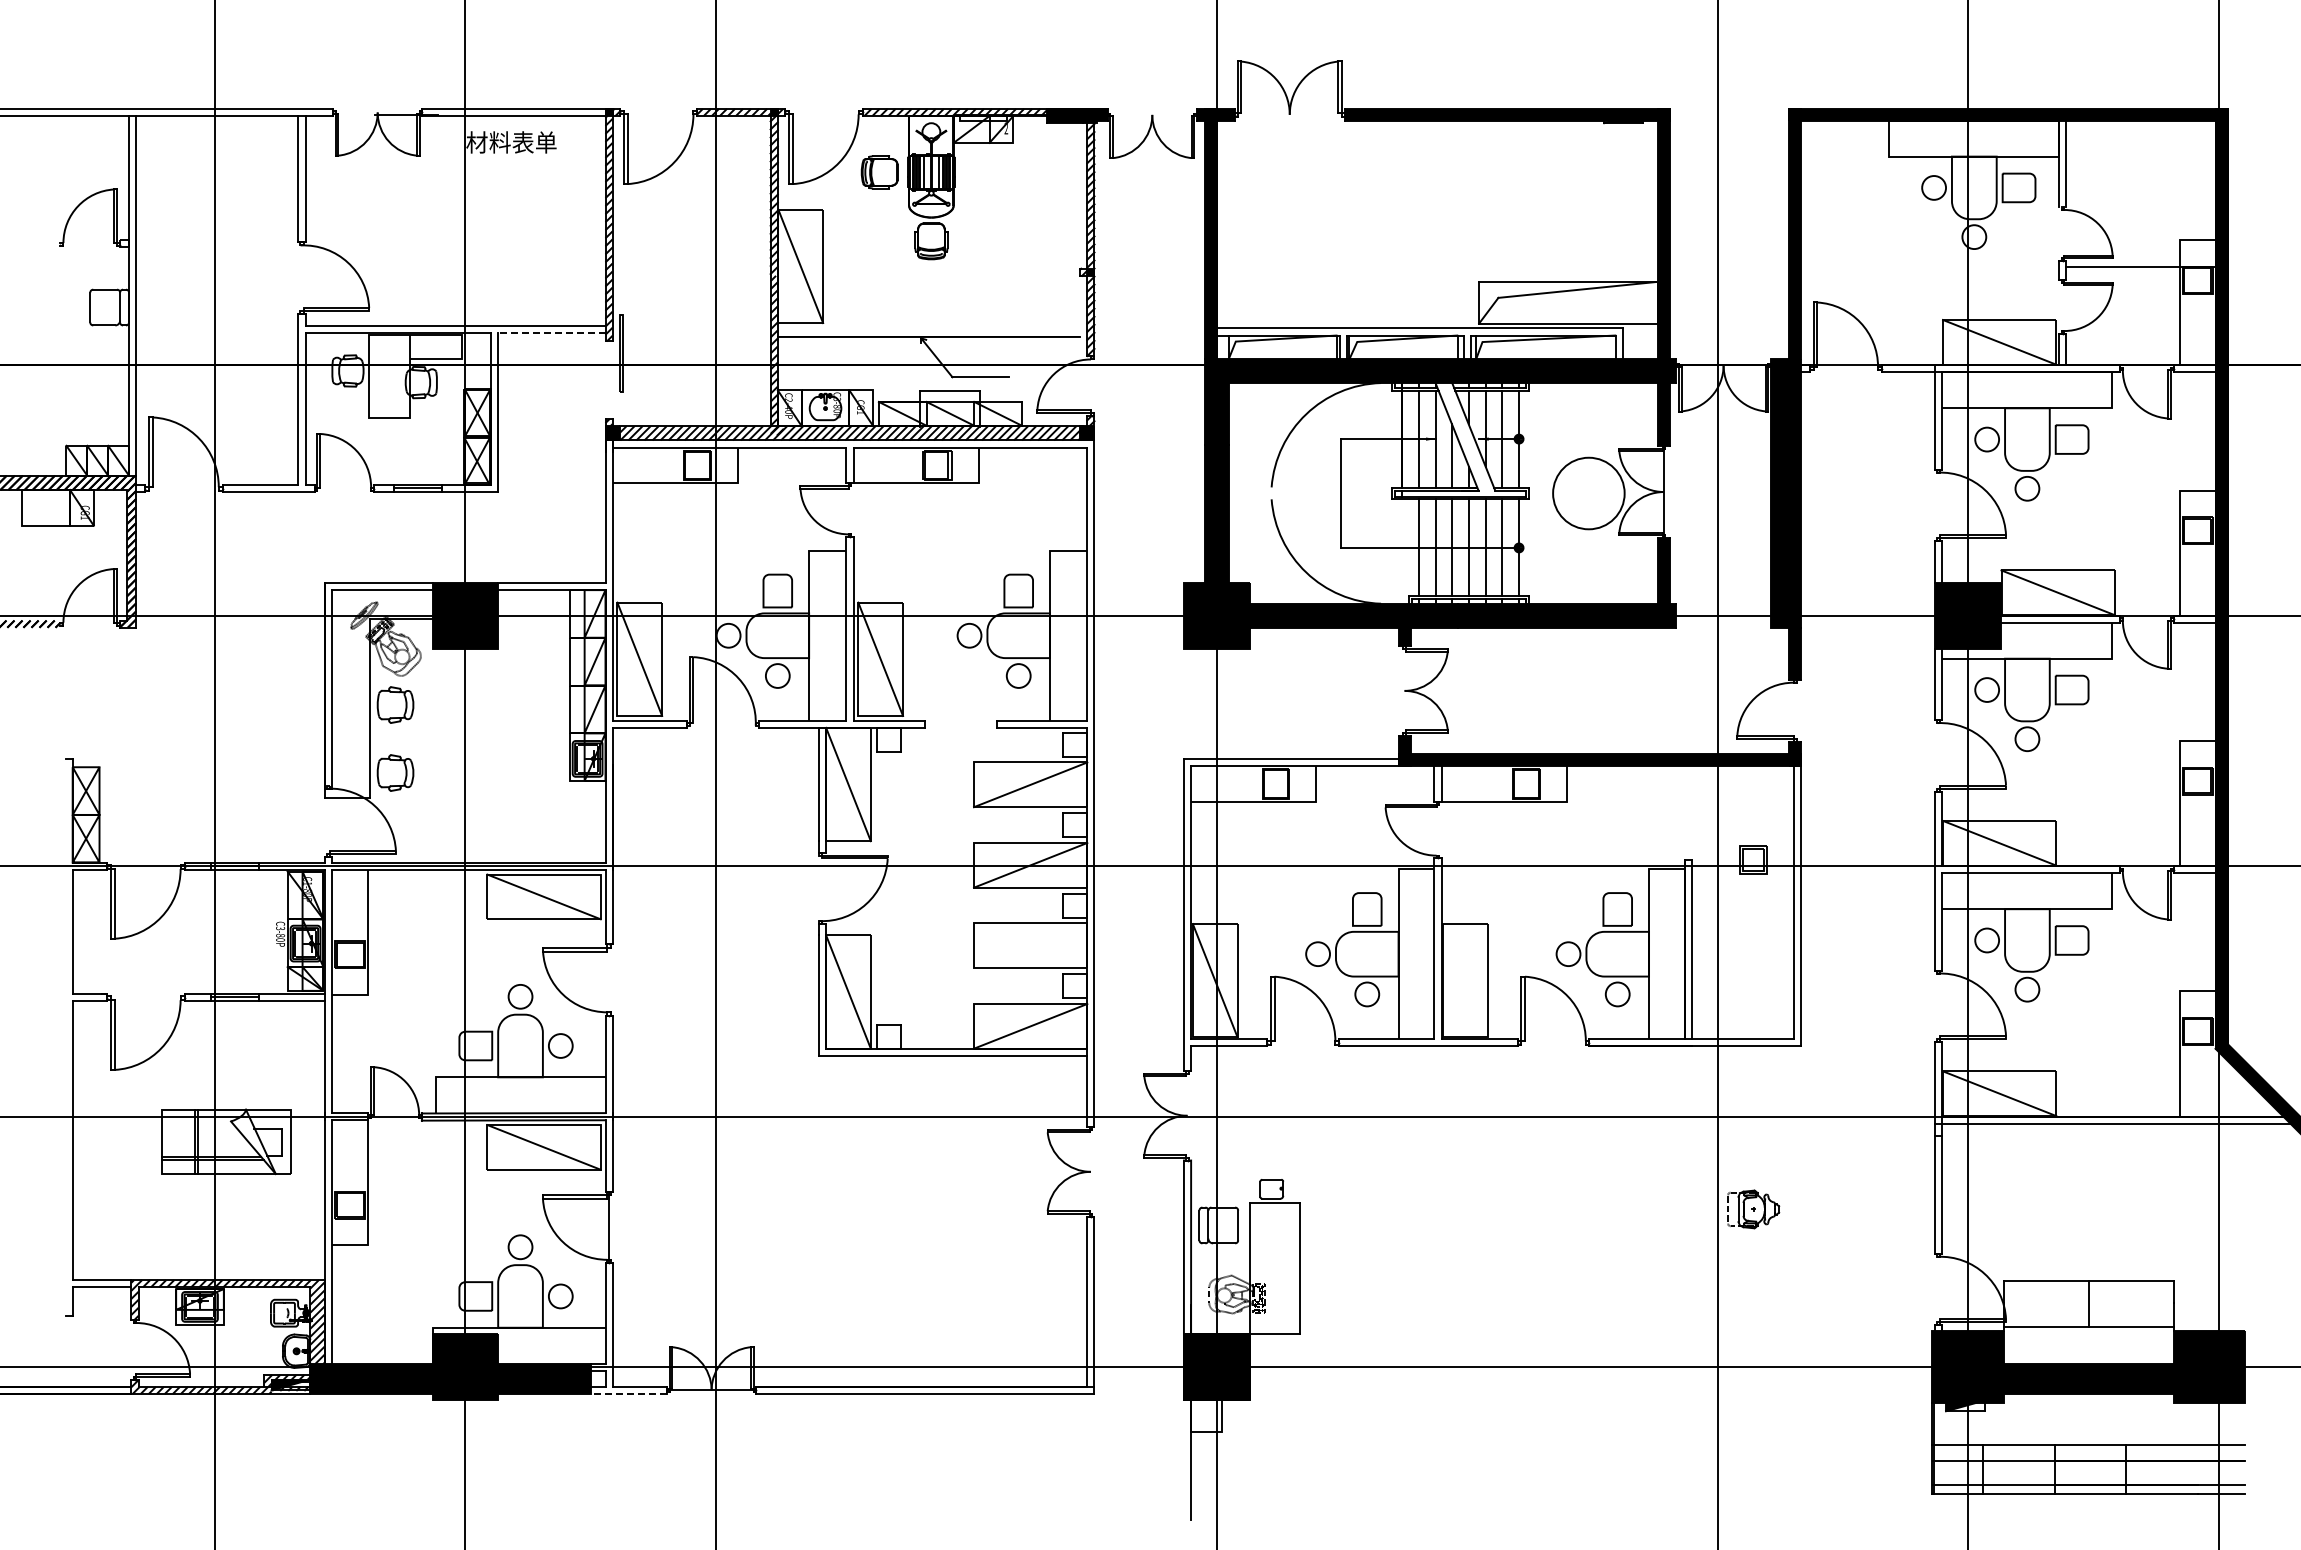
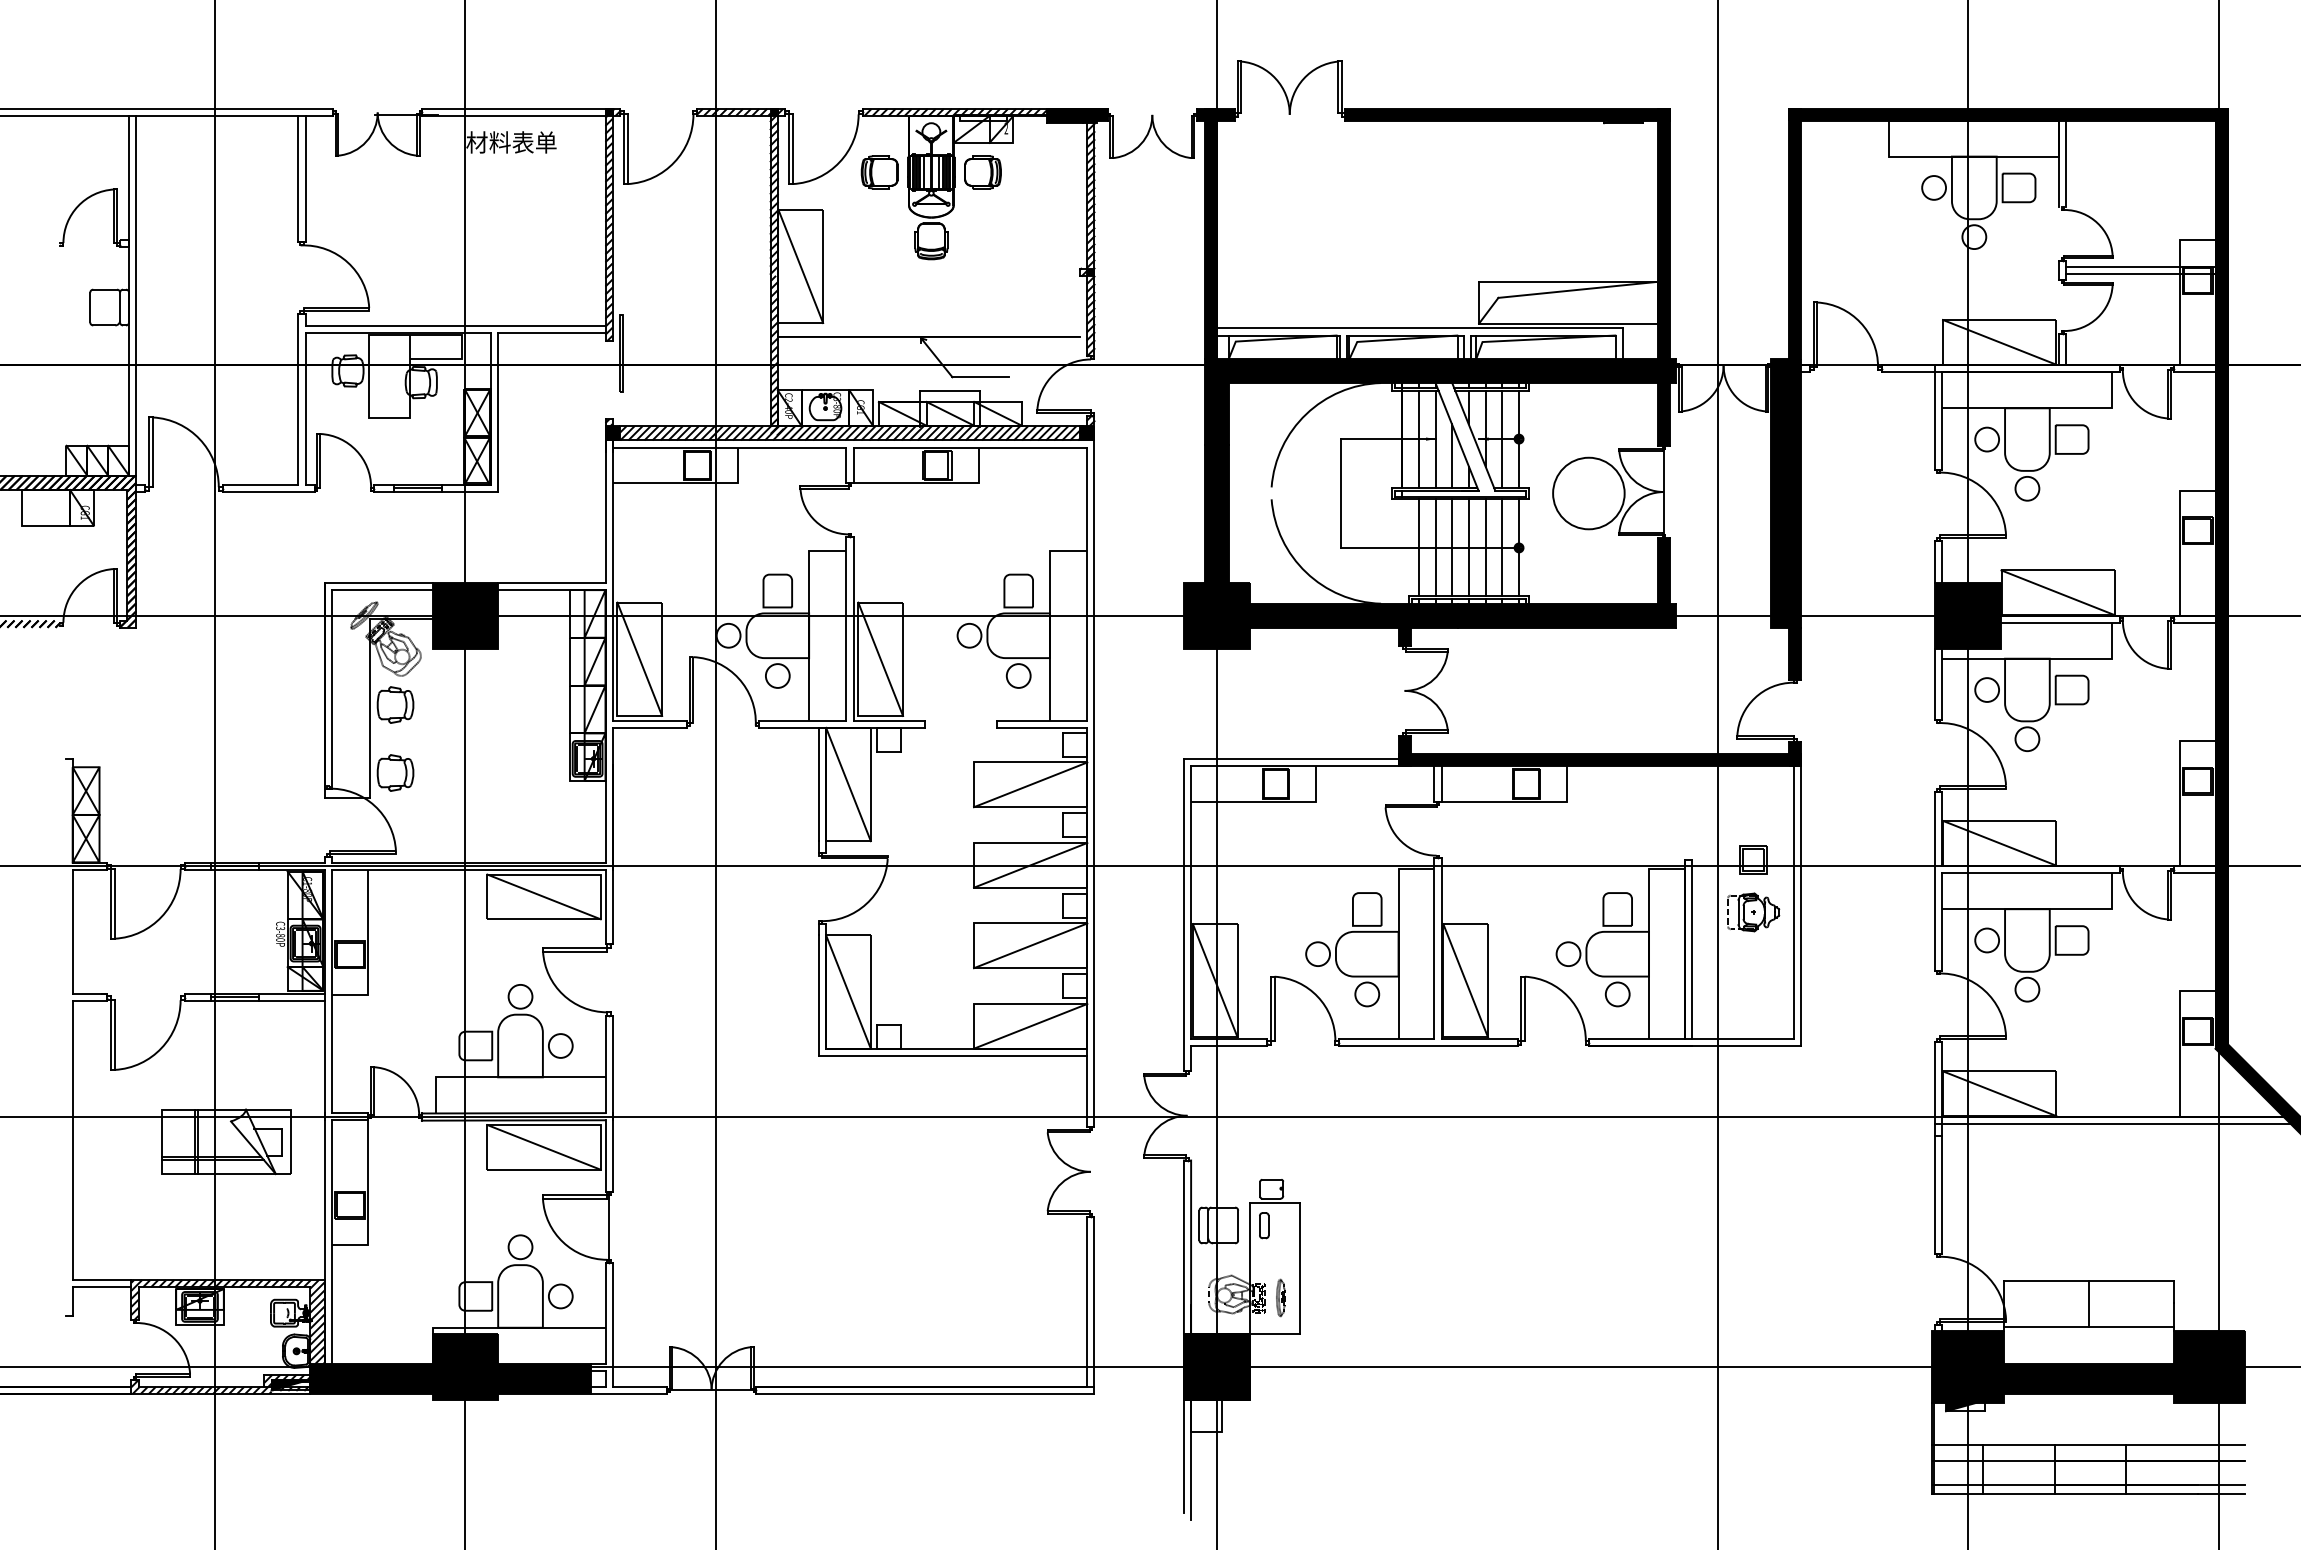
part at (982, 172): none -> present
line at (2140, 274): none -> present
line at (551, 333): dashed -> solid
line at (1030, 945): none -> present
line at (1465, 980): none -> present
part at (1753, 1209) position: (1753, 1209) -> (1753, 912)
part at (1264, 1225): none -> present
part at (1280, 1297): none -> present
line at (628, 1393): dashed -> solid
line at (1183, 1454): none -> present
